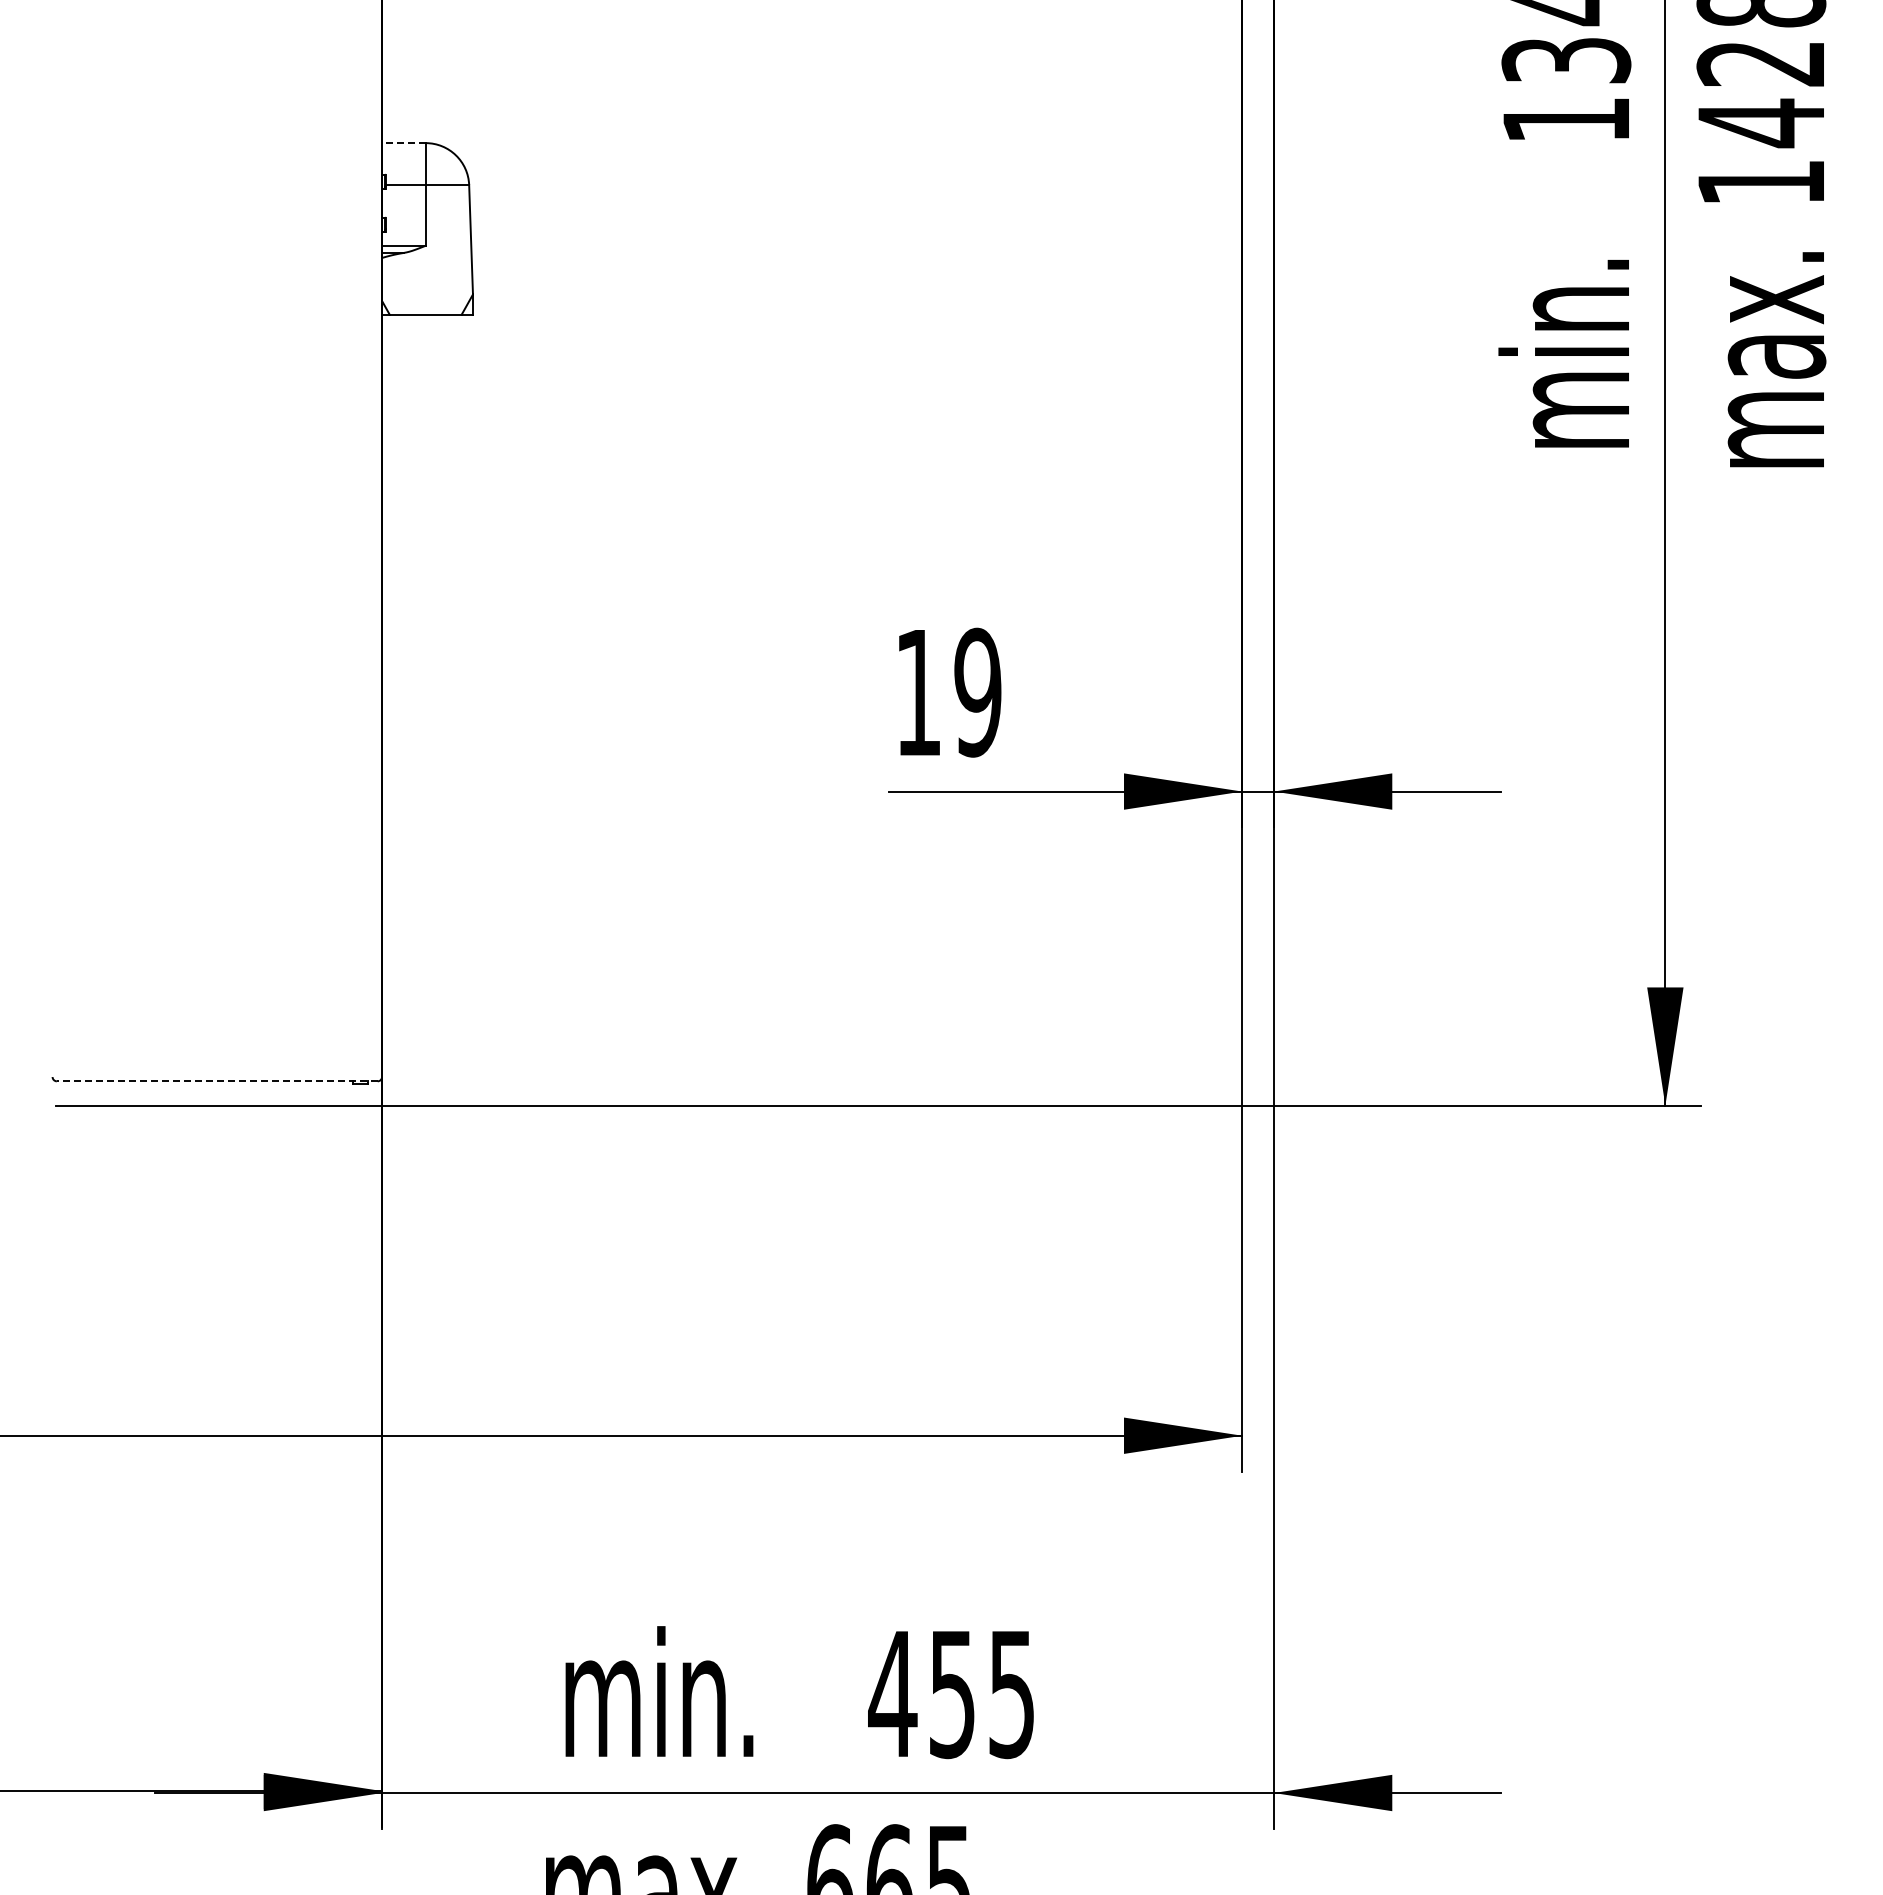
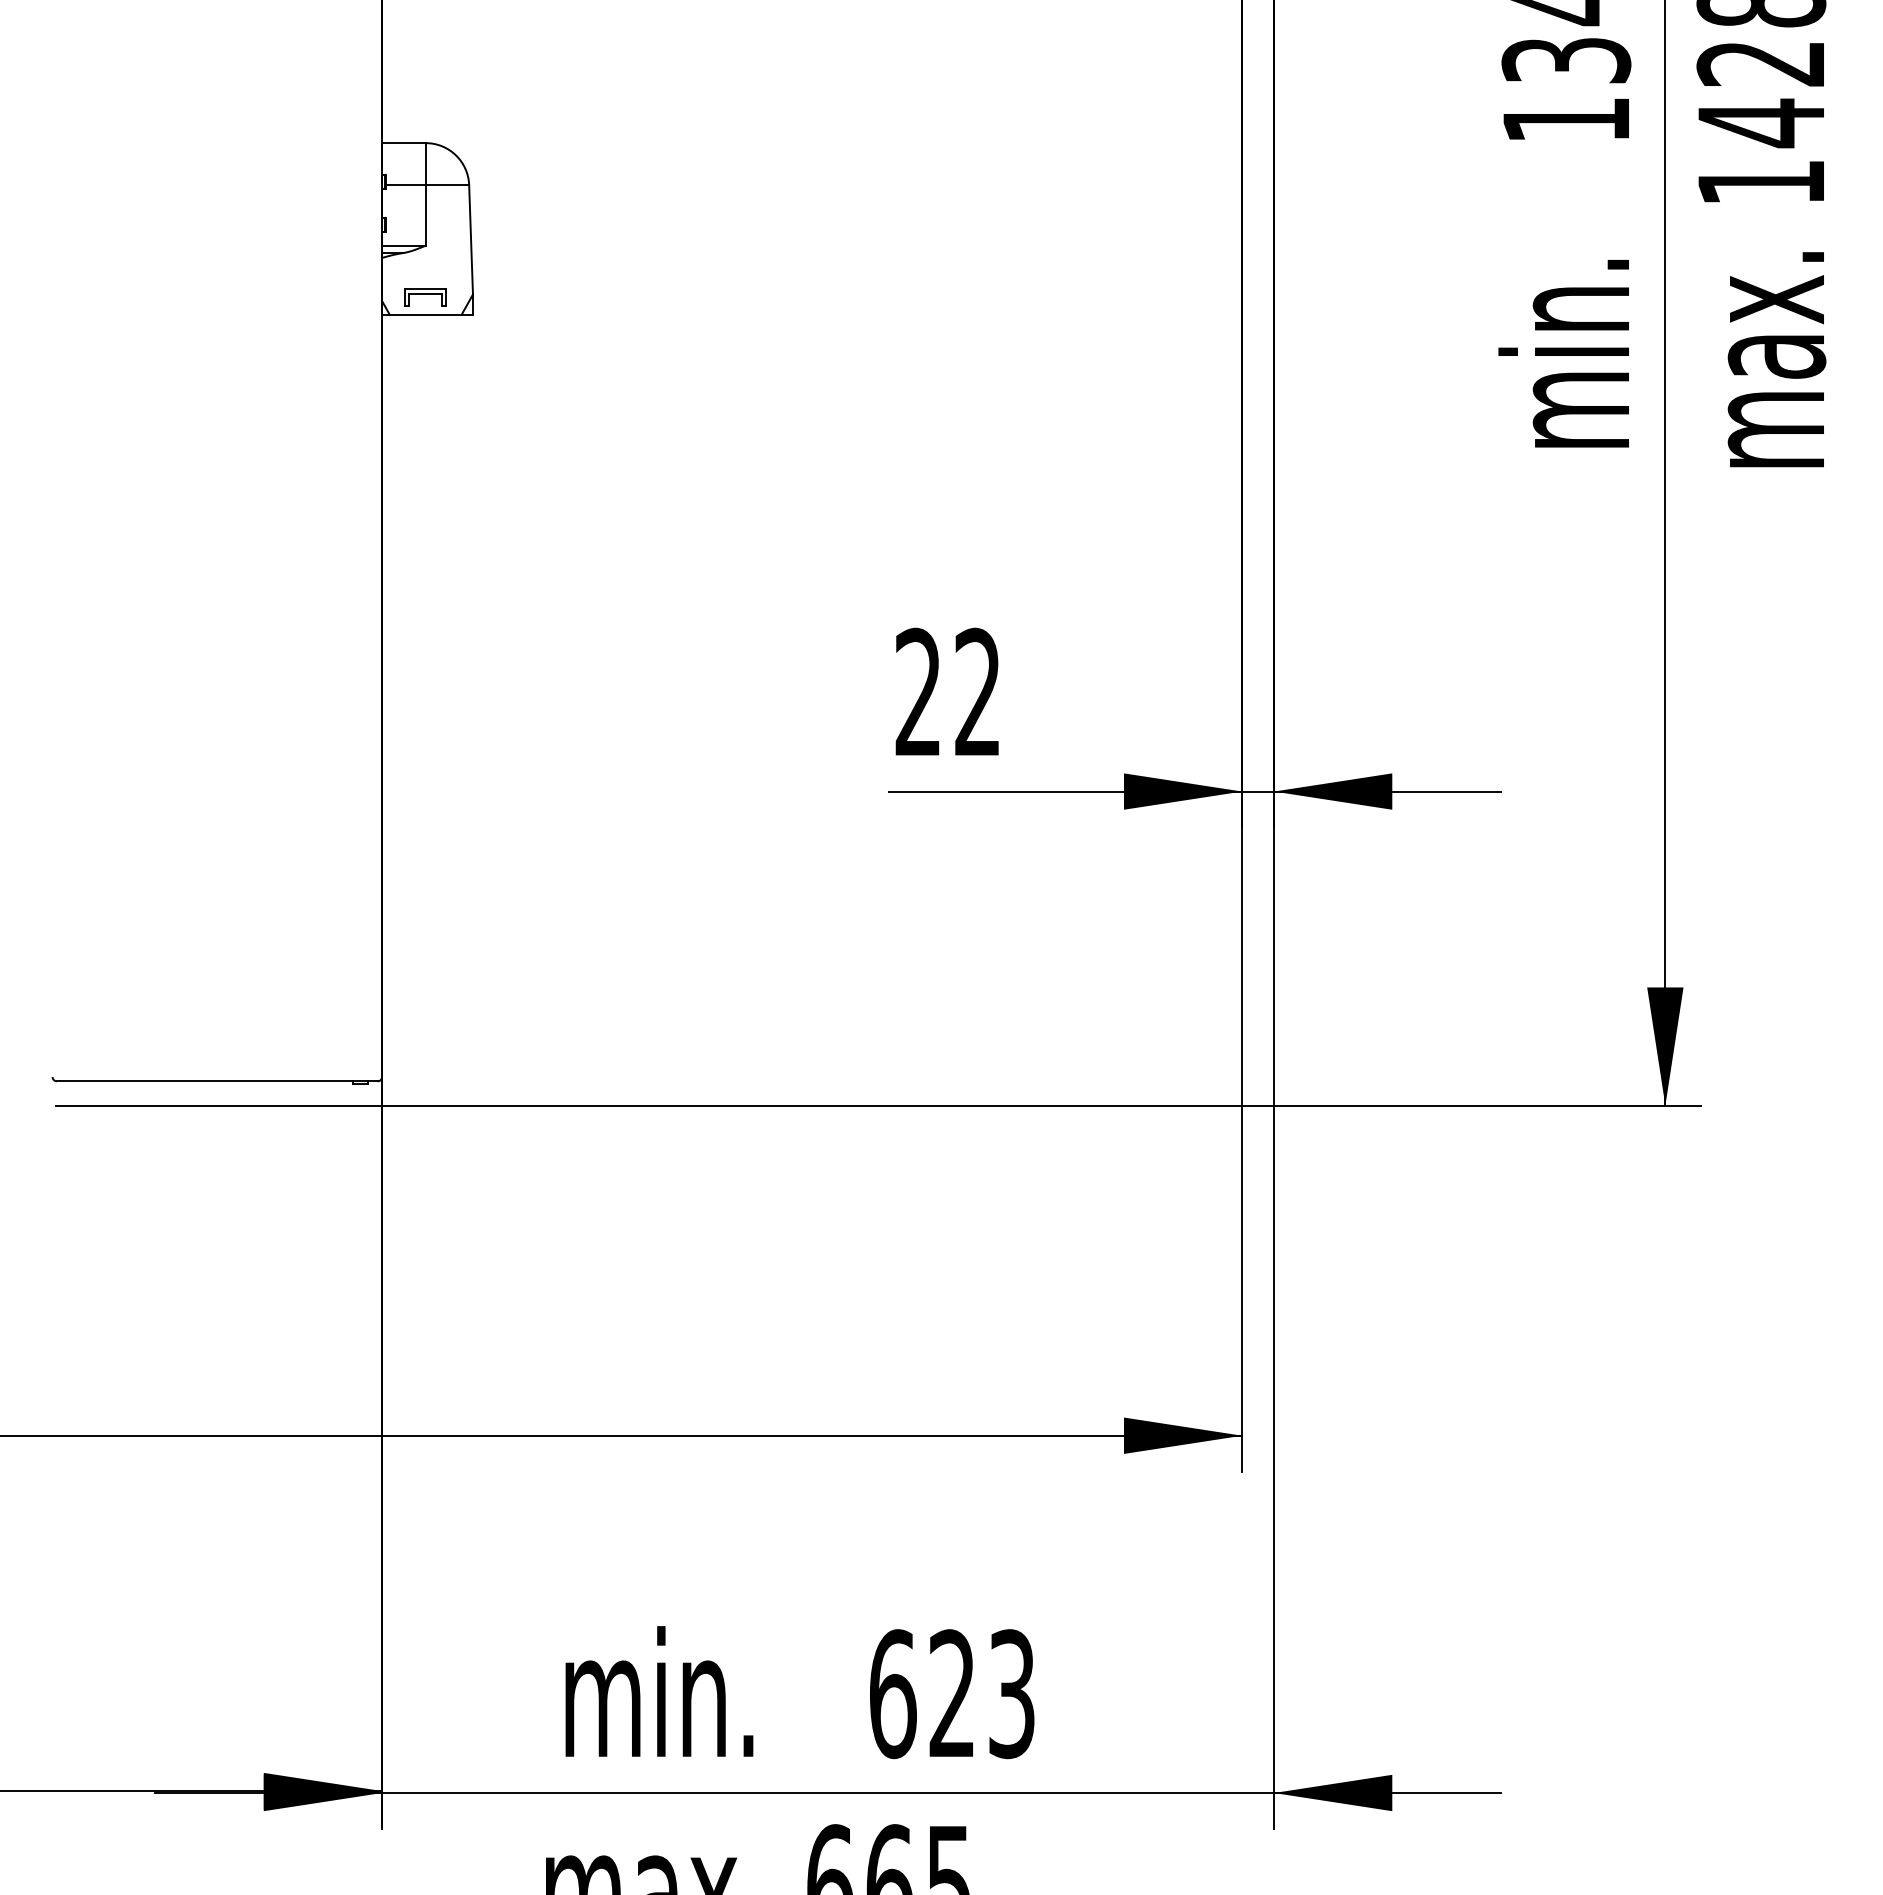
line at (403, 143): dashed -> solid
part at (425, 297): none -> present
text at (948, 692): 19 -> 22
line at (216, 1081): dashed -> solid
text at (951, 1694): 455 -> 623
